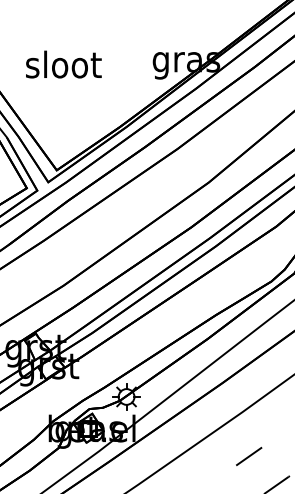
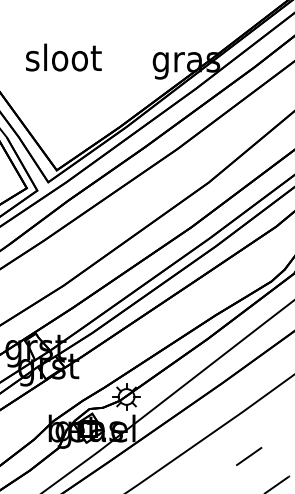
text at (63, 64) position: (63, 64) -> (63, 57)
